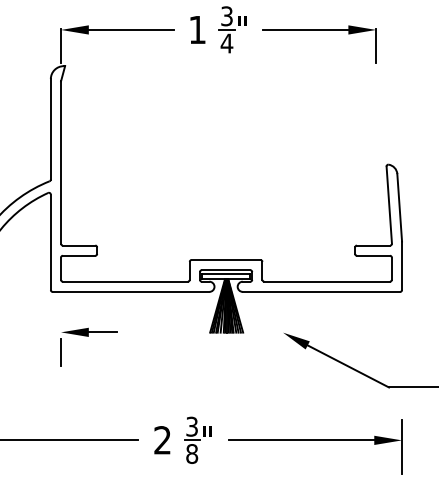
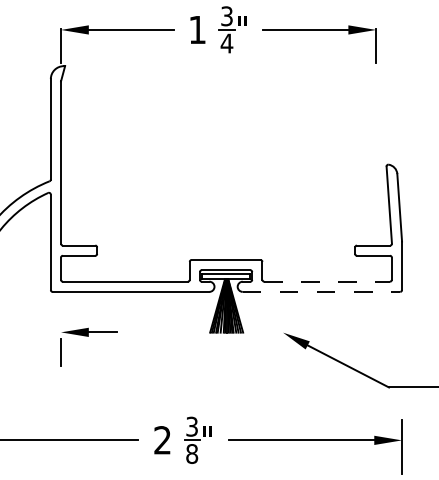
line at (327, 281): solid -> dashed
line at (321, 291): solid -> dashed
